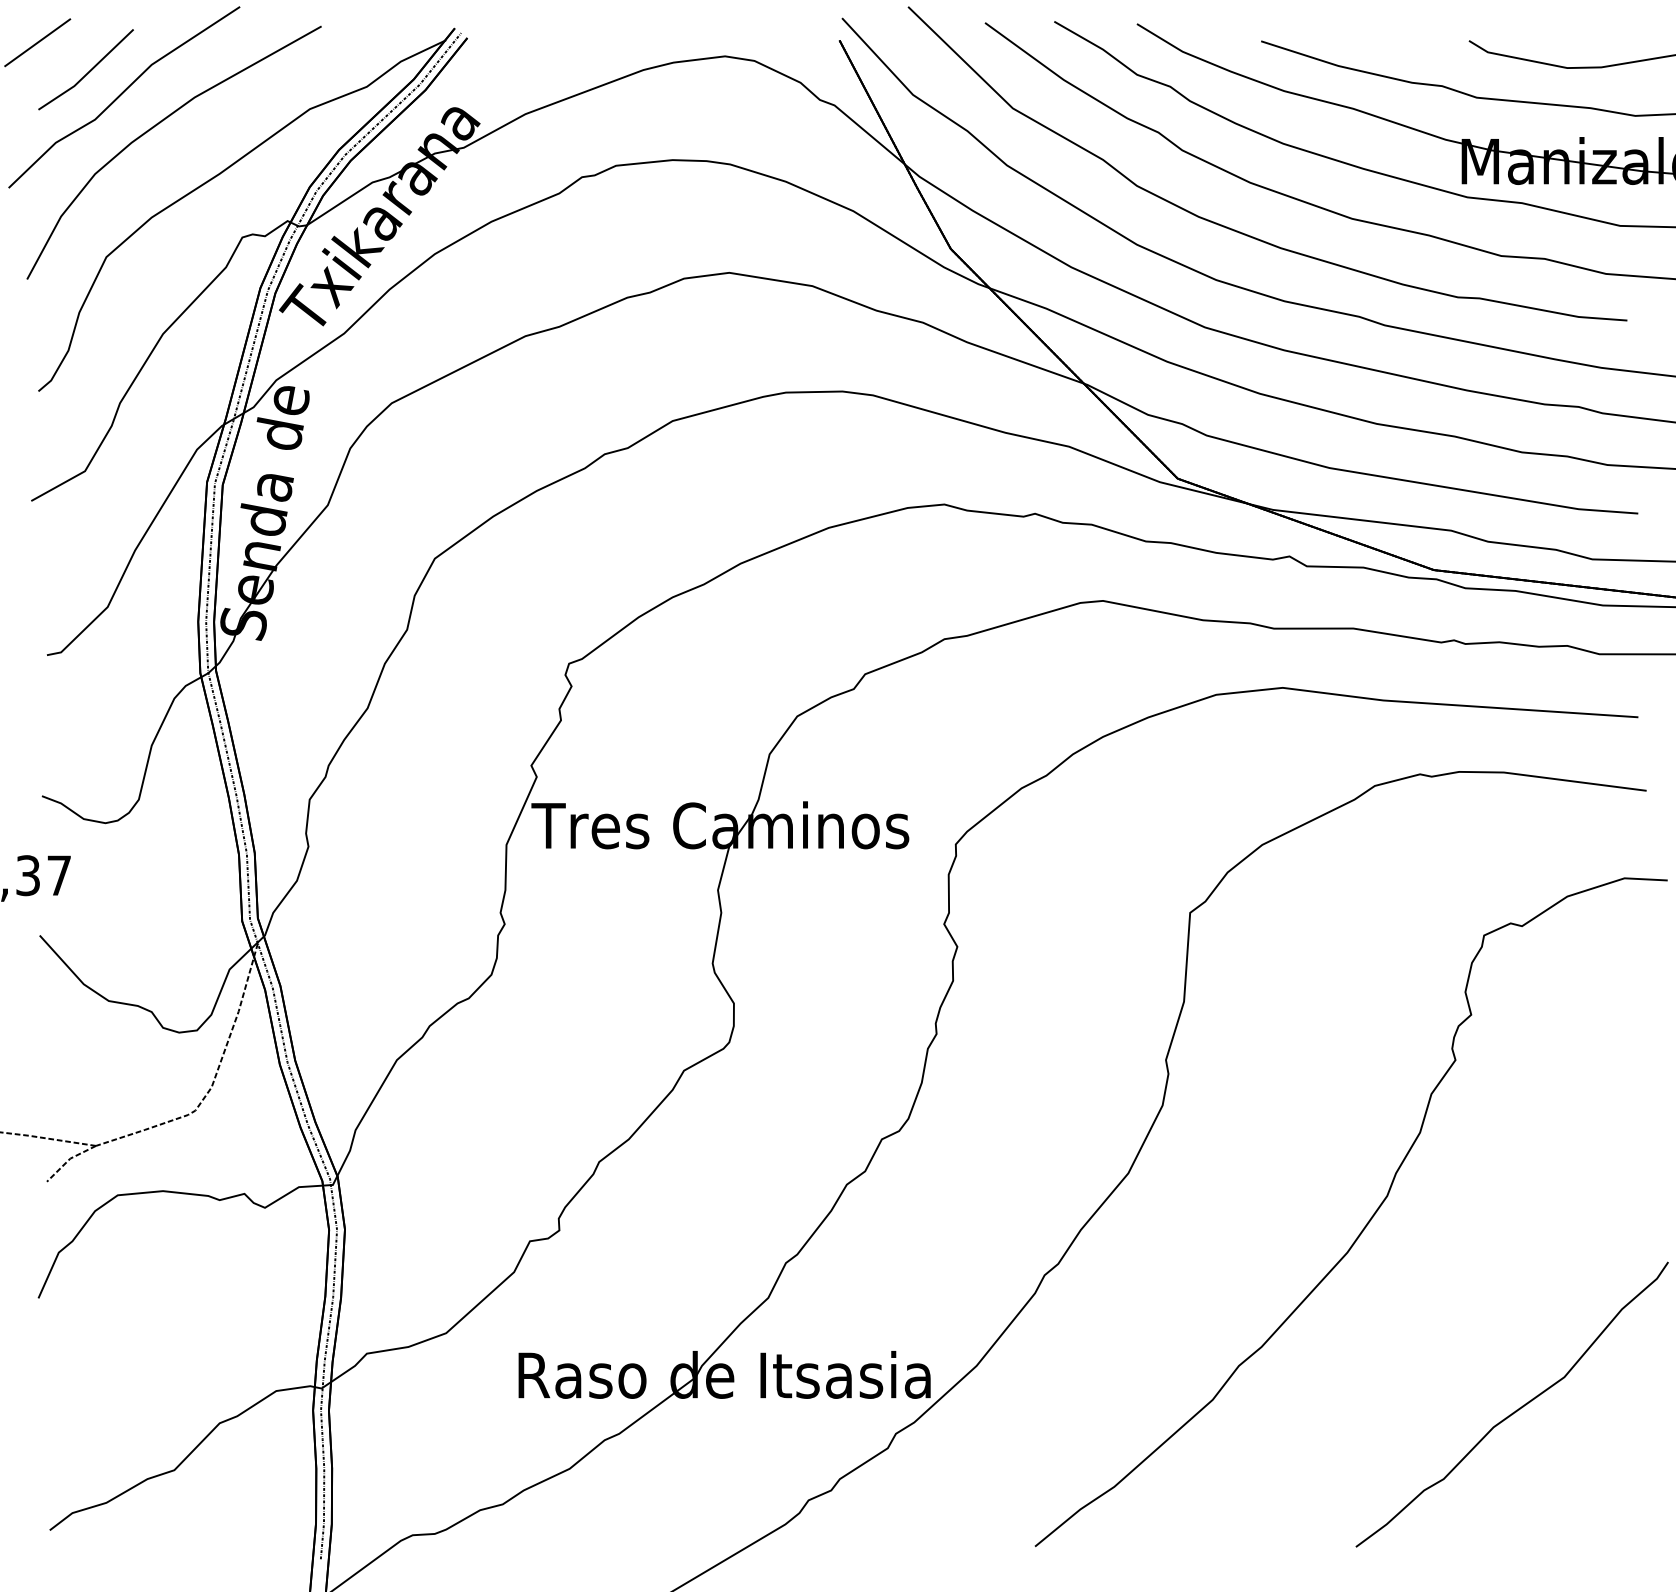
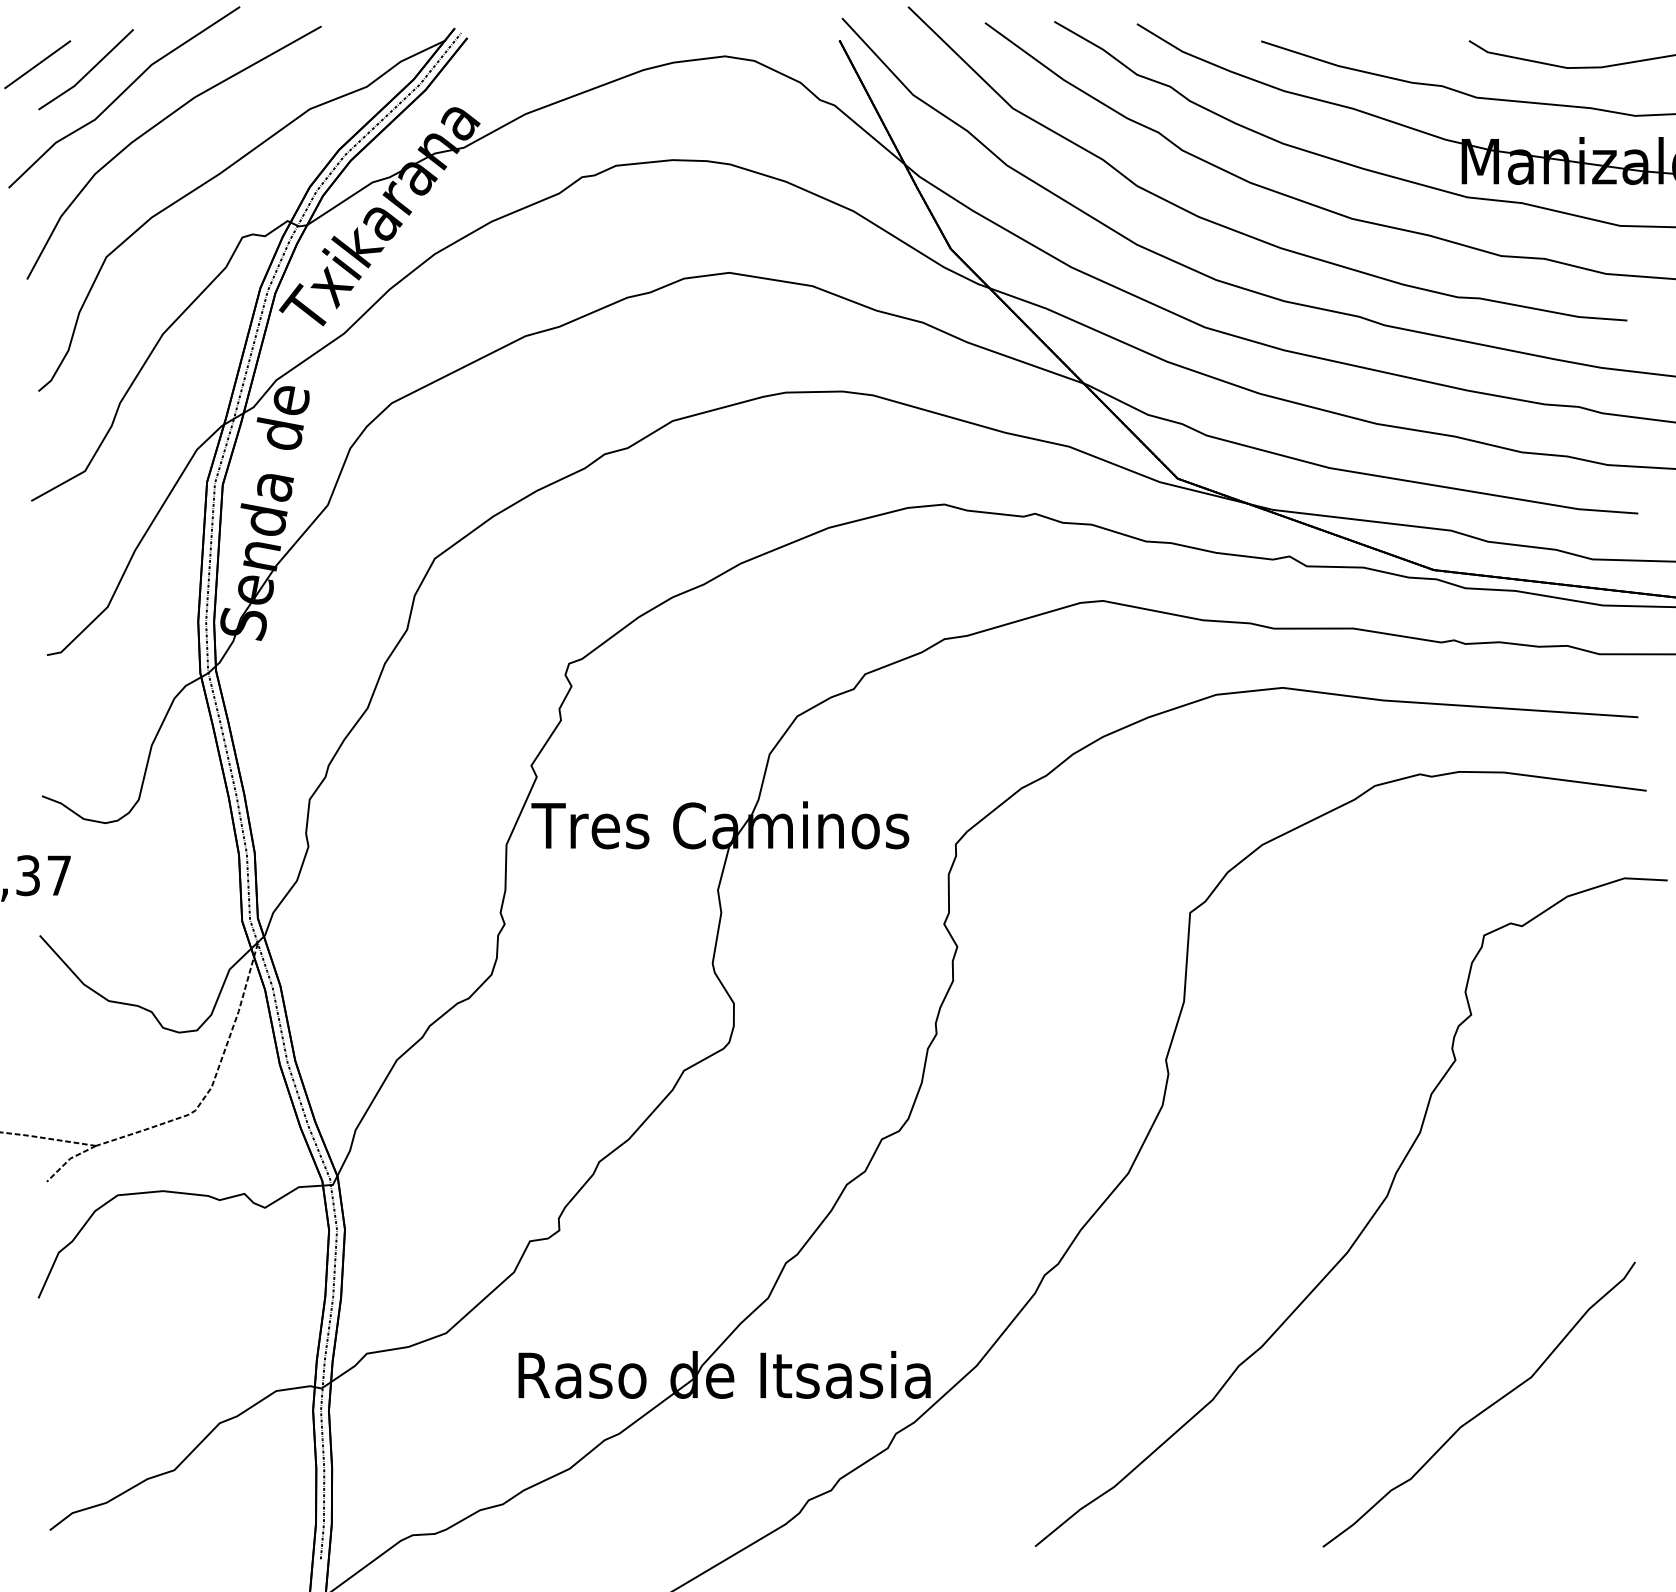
line at (37, 42) position: (37, 42) -> (37, 64)
curve at (1516, 1409) position: (1516, 1409) -> (1483, 1409)
